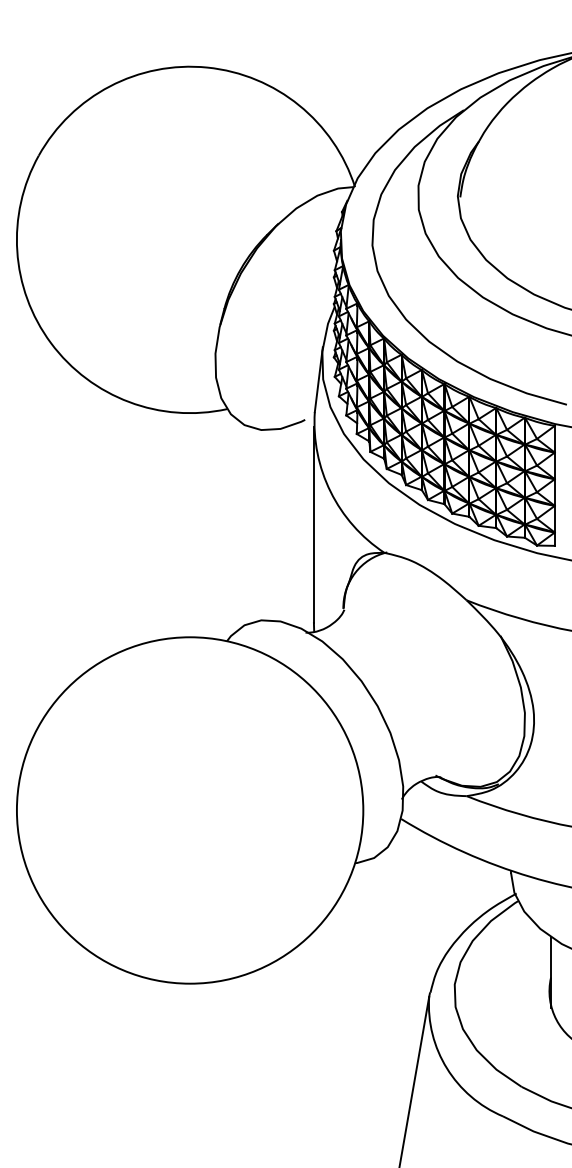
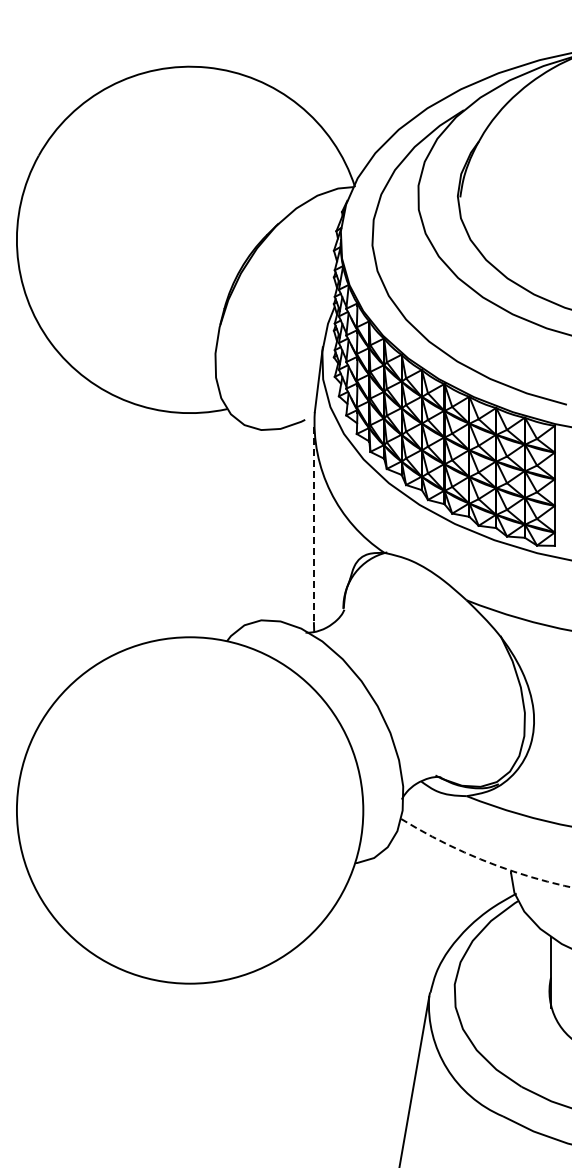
line at (313, 525): solid -> dashed
arc at (483, 860): solid -> dashed
